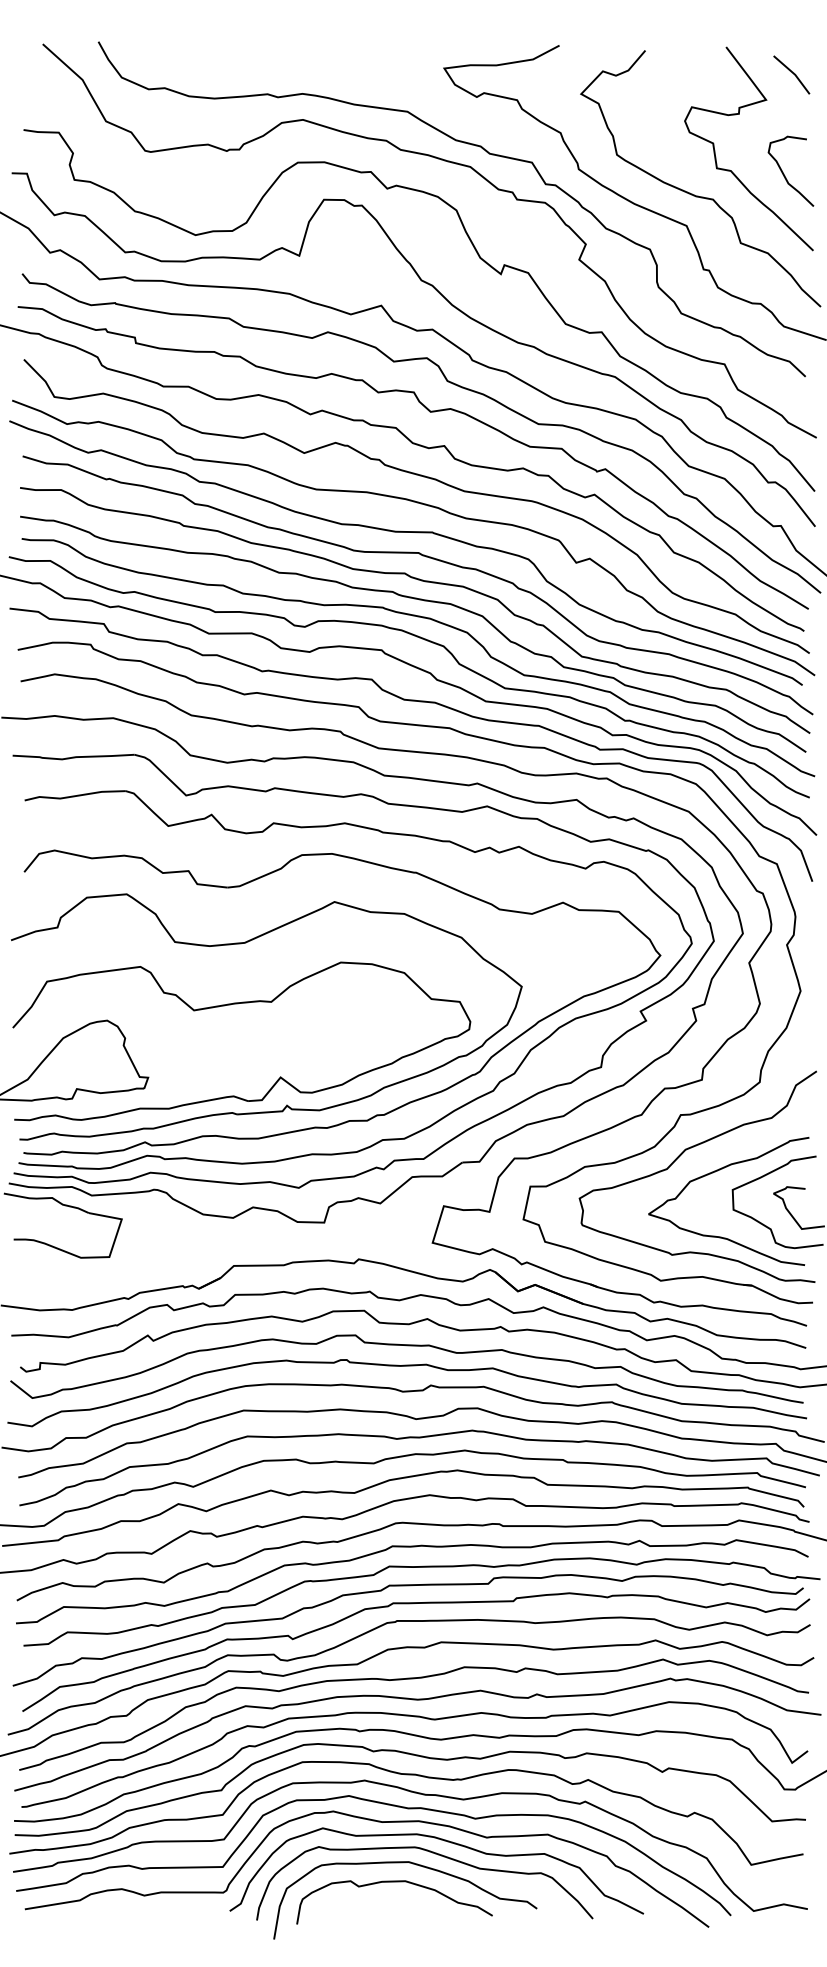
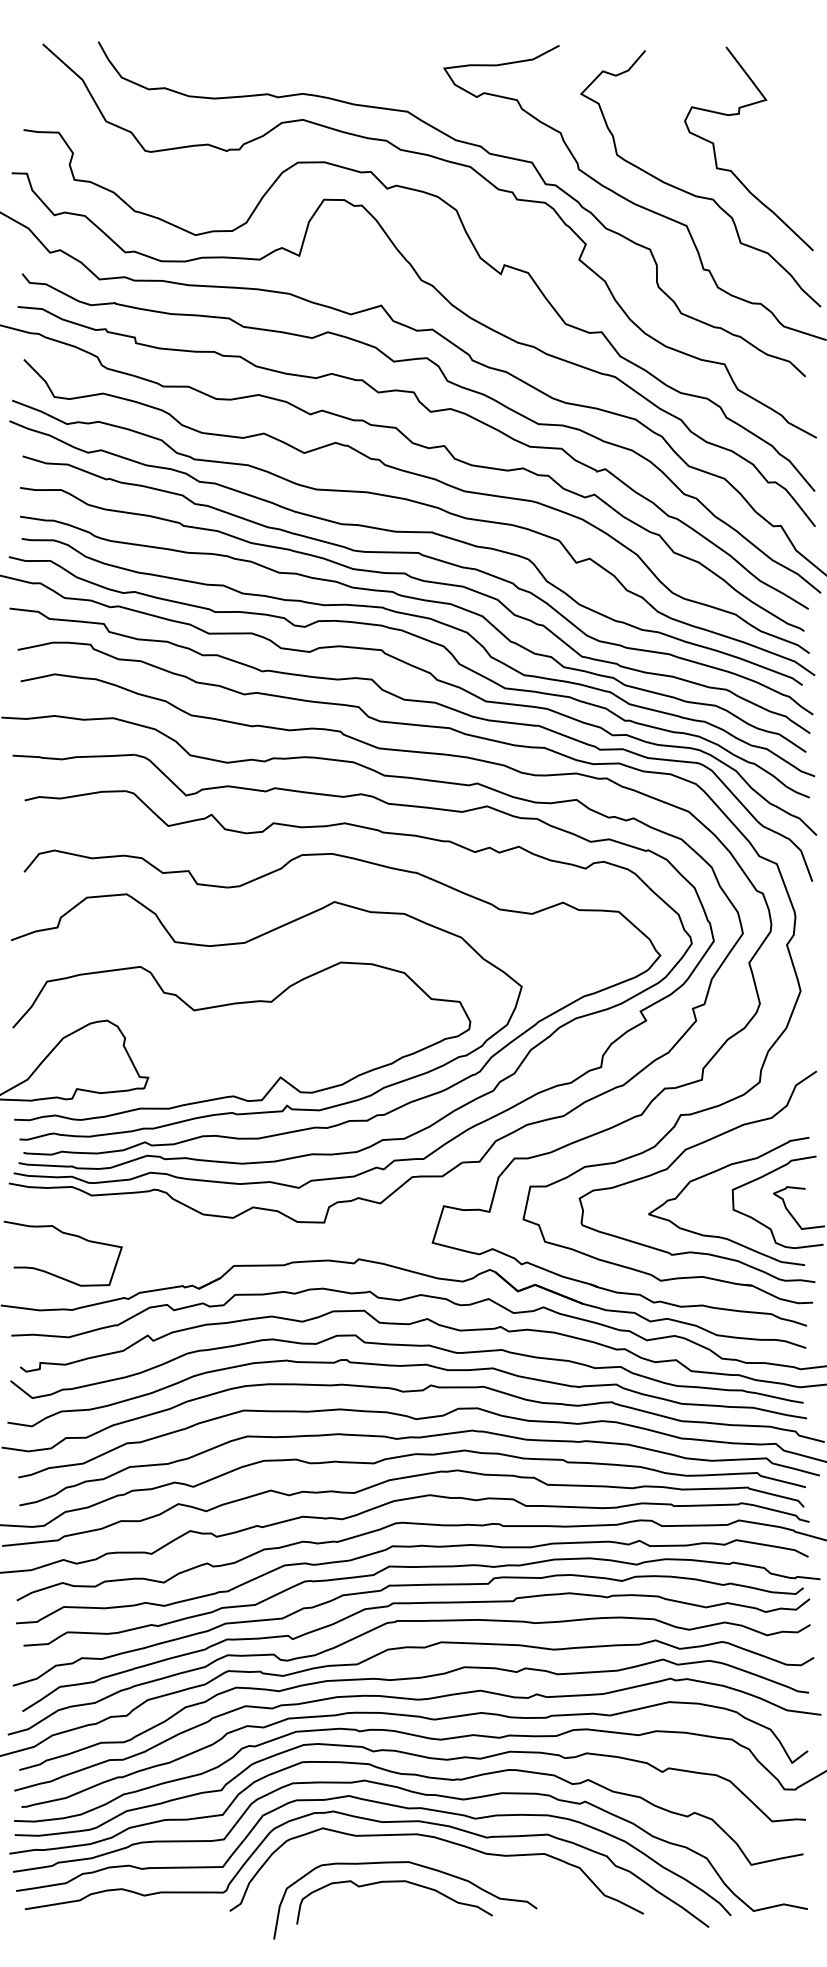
line at (792, 73): present -> none
curve at (784, 173): present -> none
part at (65, 1206) position: (65, 1206) -> (65, 1234)
curve at (435, 1854): present -> none
